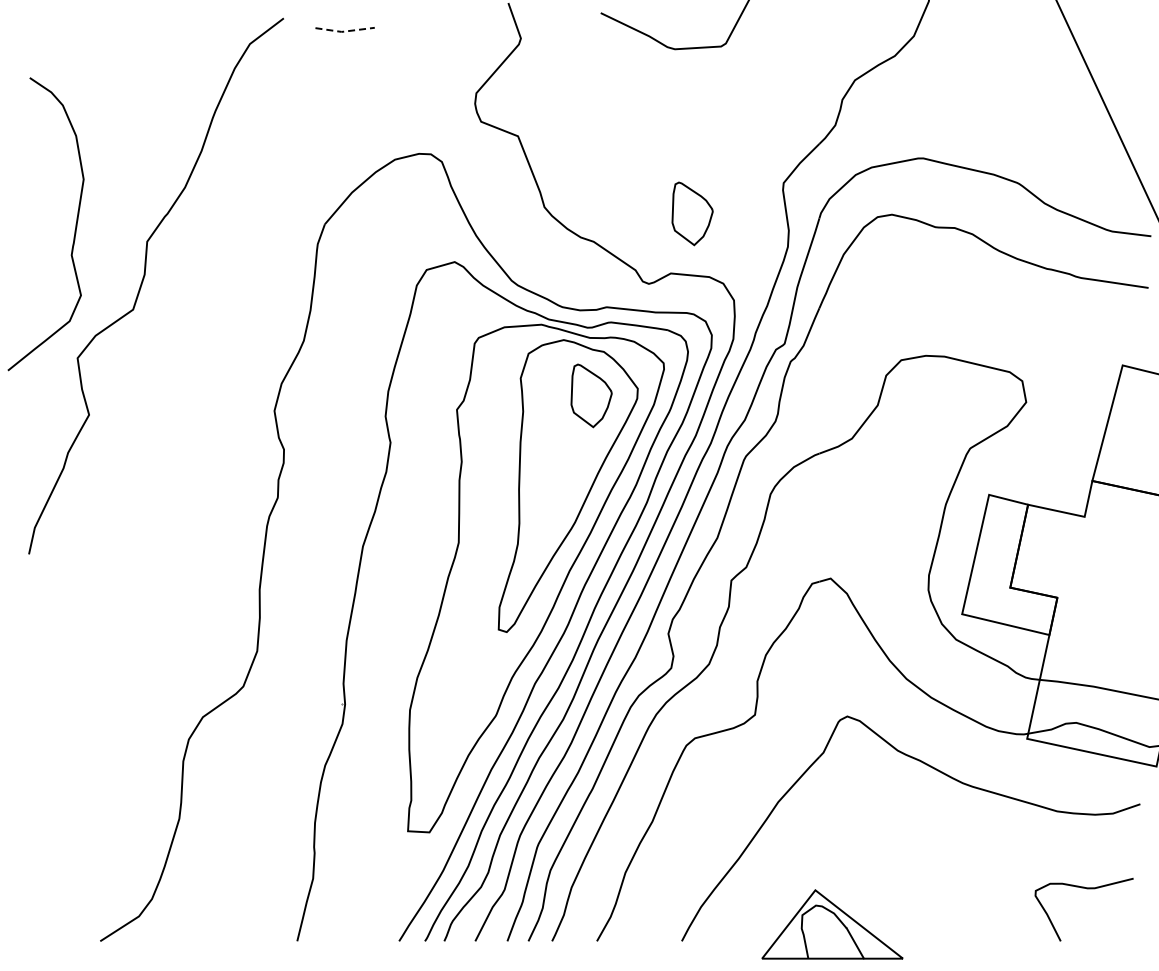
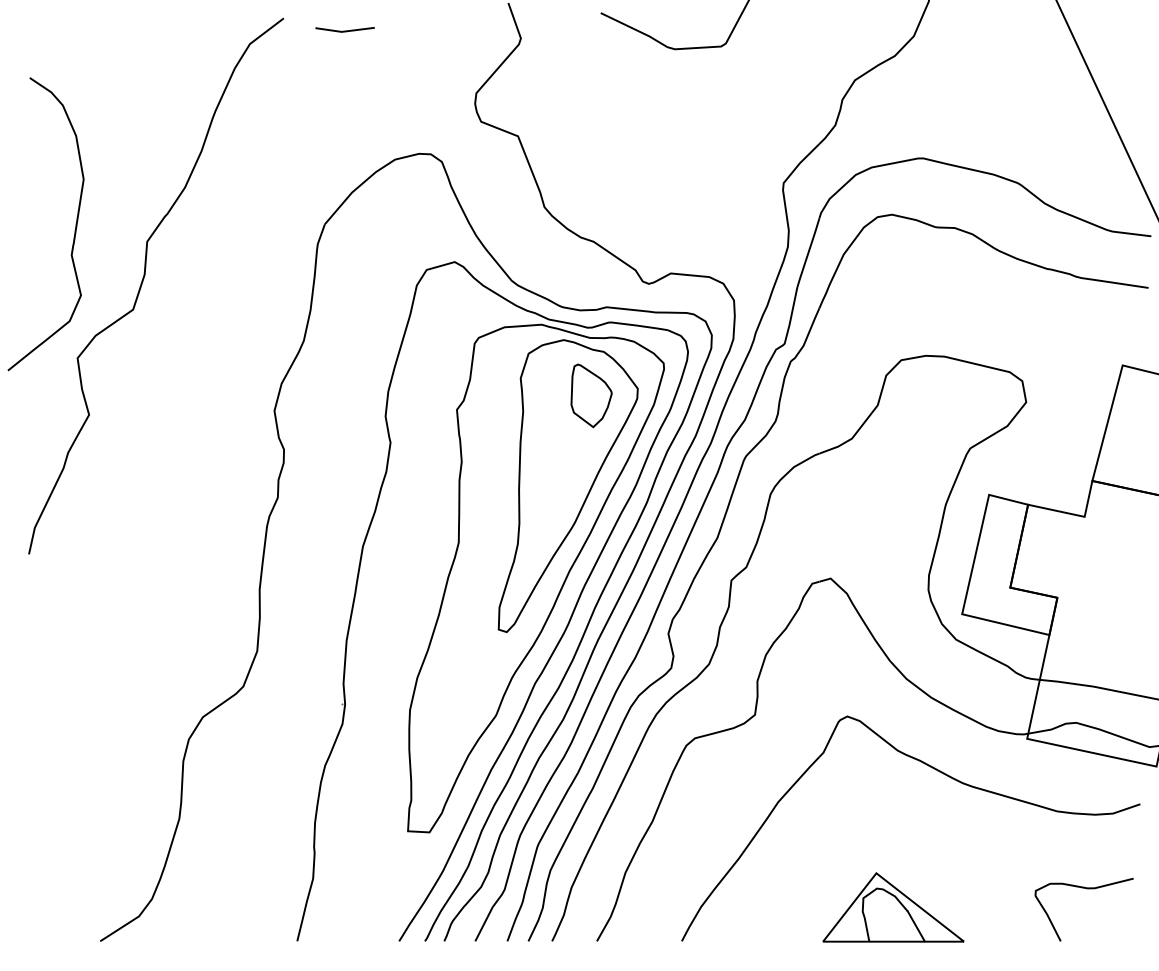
line at (344, 31): dashed -> solid
part at (692, 213): present -> none
part at (832, 924) position: (832, 924) -> (893, 907)
